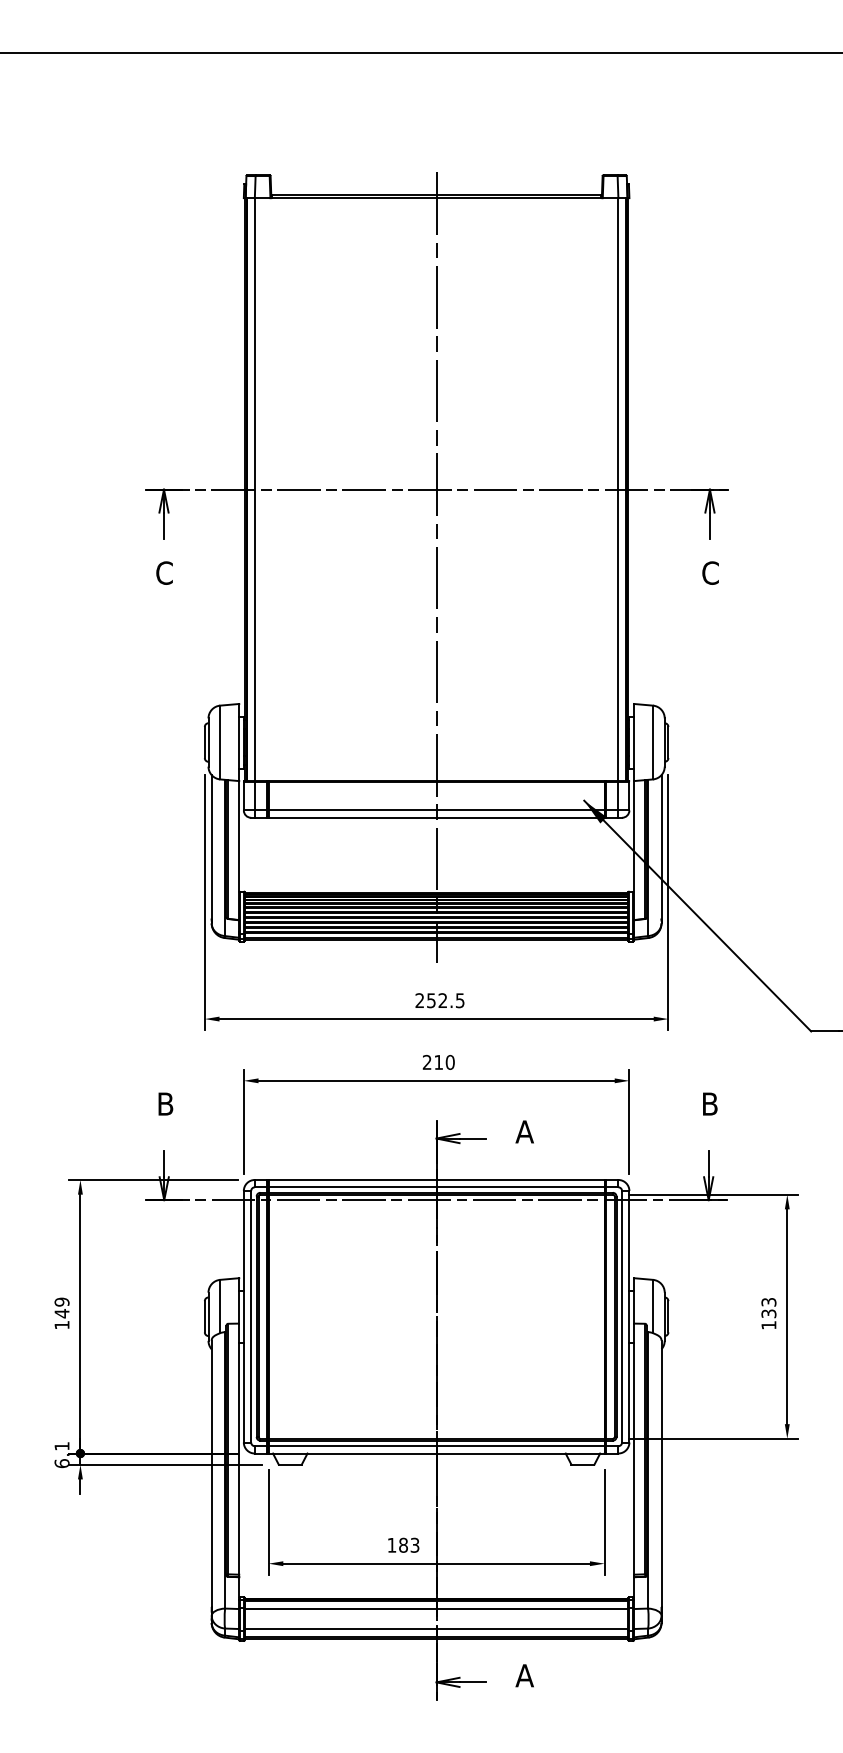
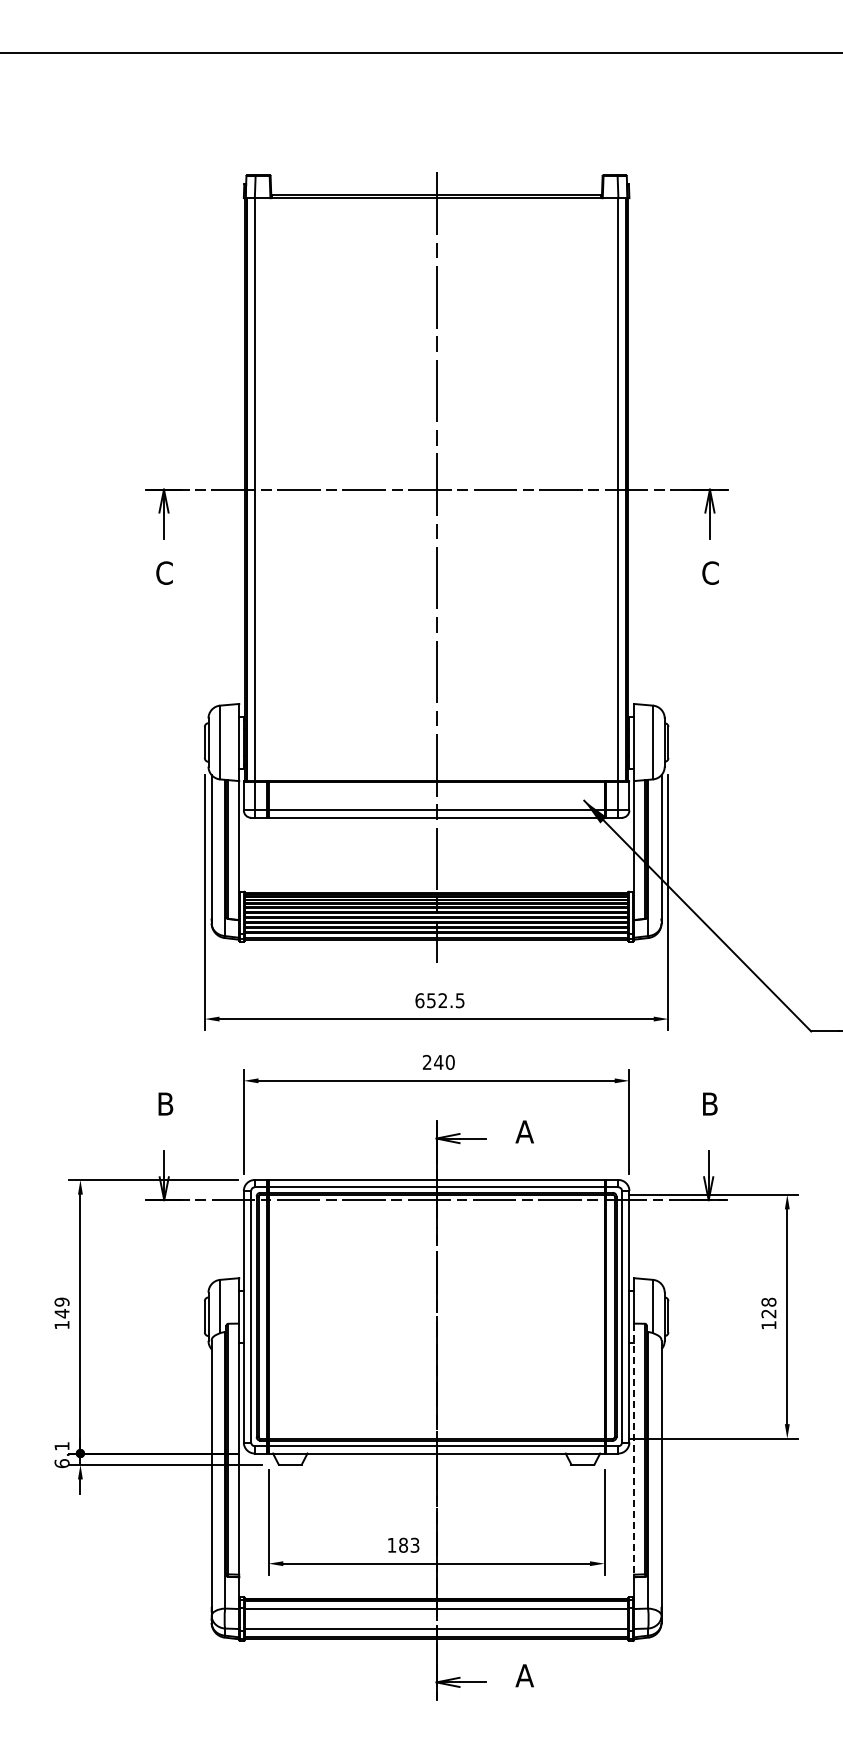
text at (419, 1000): 252.5 -> 652.5
text at (438, 1062): 210 -> 240
text at (768, 1307): 133 -> 128
line at (633, 1449): solid -> dashed
